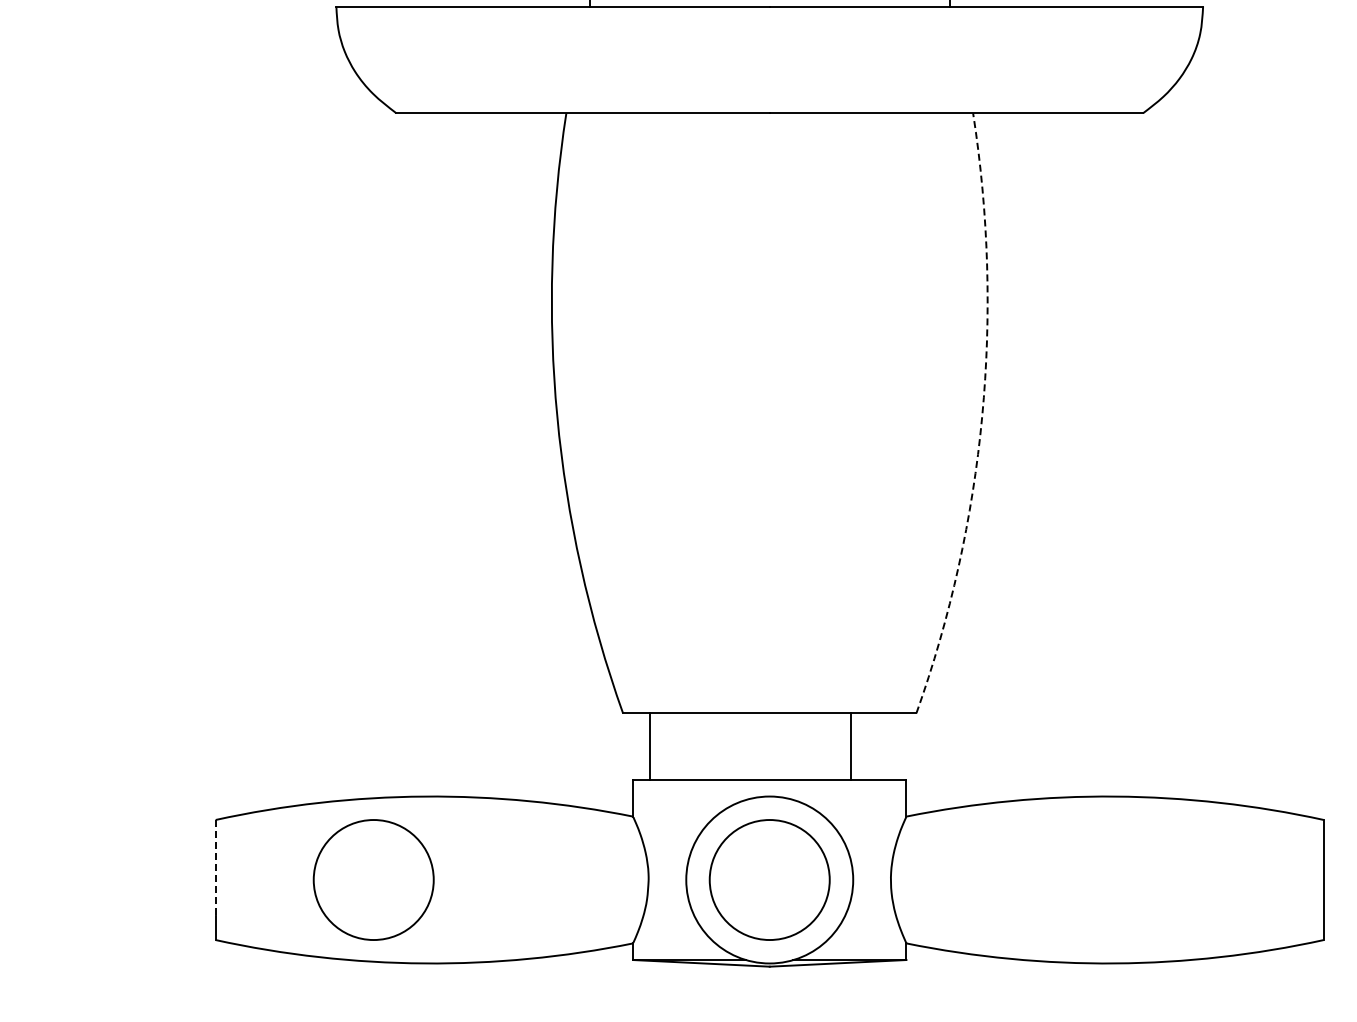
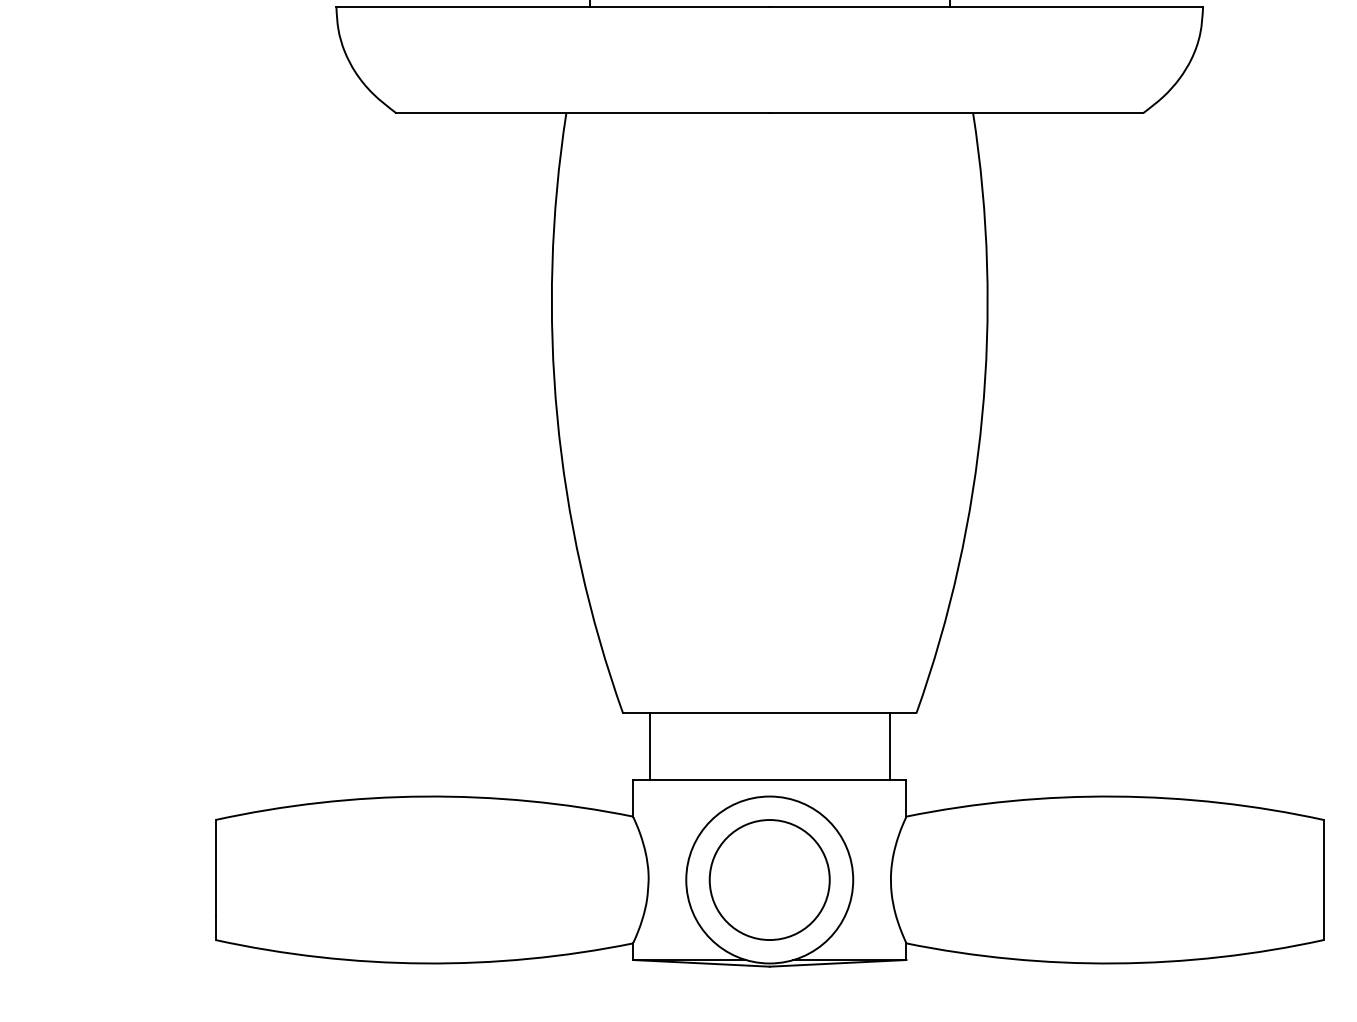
arc at (982, 416): dashed -> solid
line at (850, 746) position: (850, 746) -> (889, 746)
line at (215, 867): dashed -> solid
circle at (373, 879): present -> none
